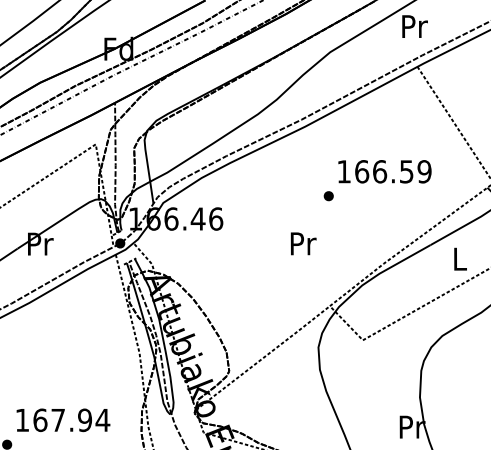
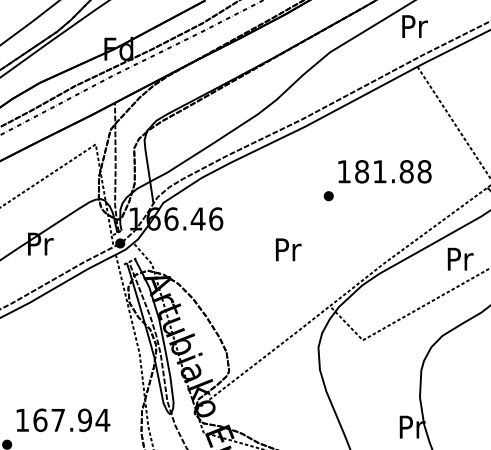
text at (393, 171): 166.59 -> 181.88
text at (303, 243) position: (303, 243) -> (288, 249)
text at (460, 258): L -> Pr
